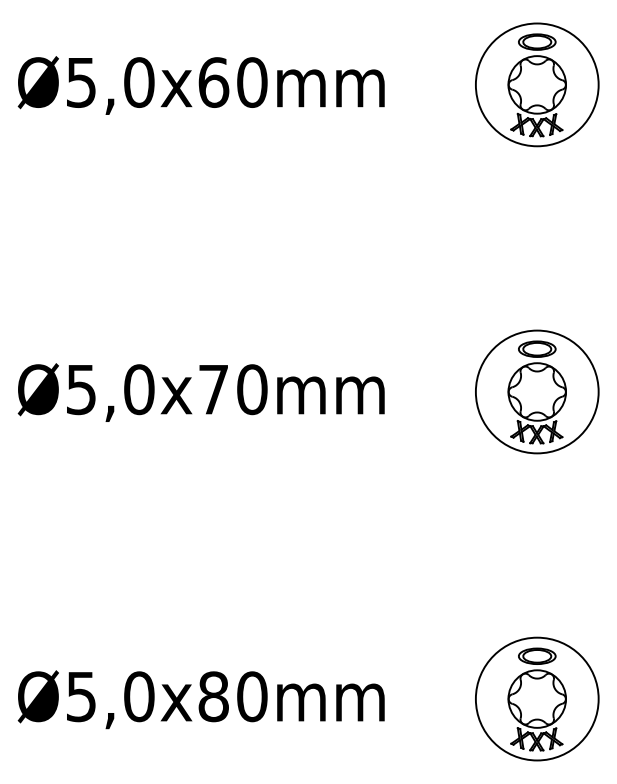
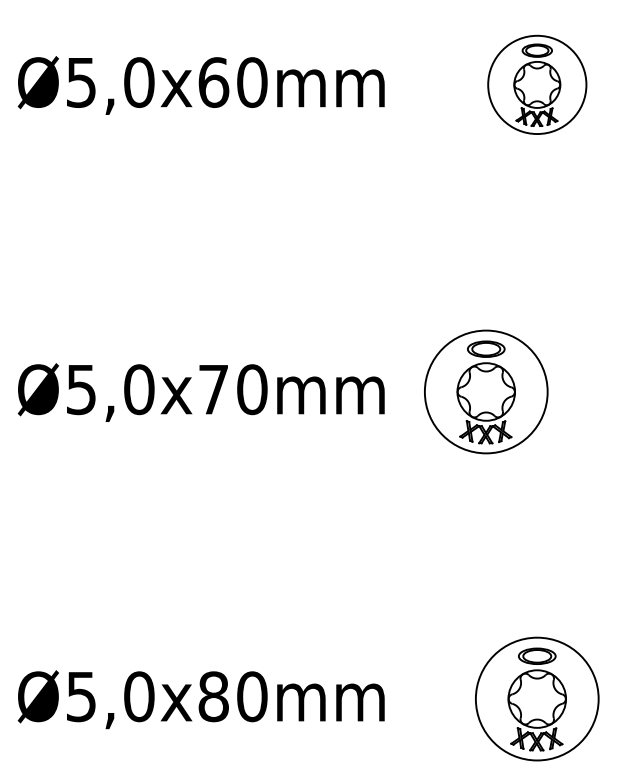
part at (537, 84) size: 125x126 px -> 101x101 px
part at (537, 391) position: (537, 391) -> (486, 391)
